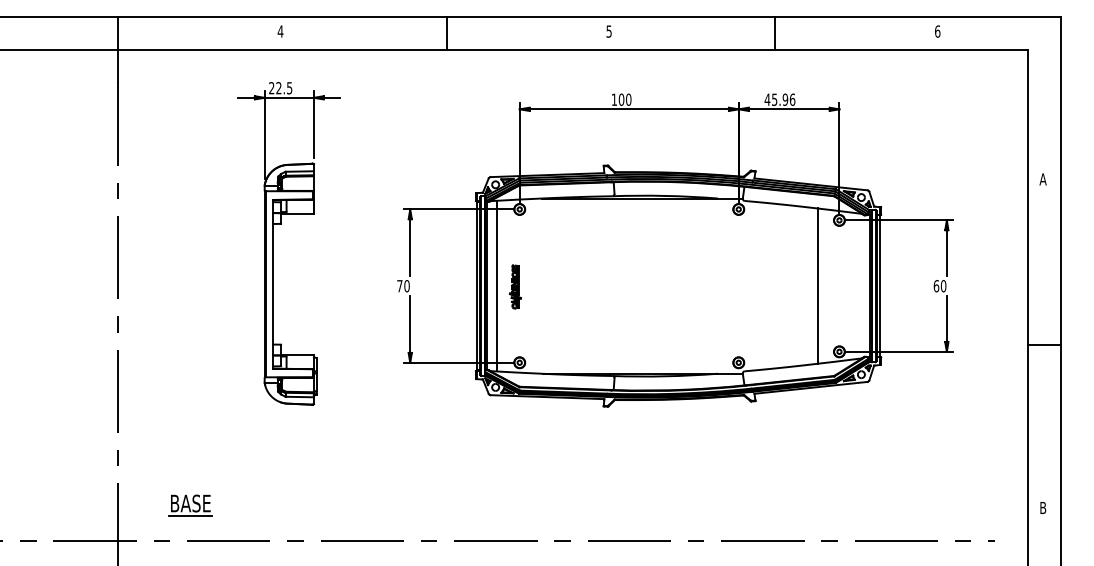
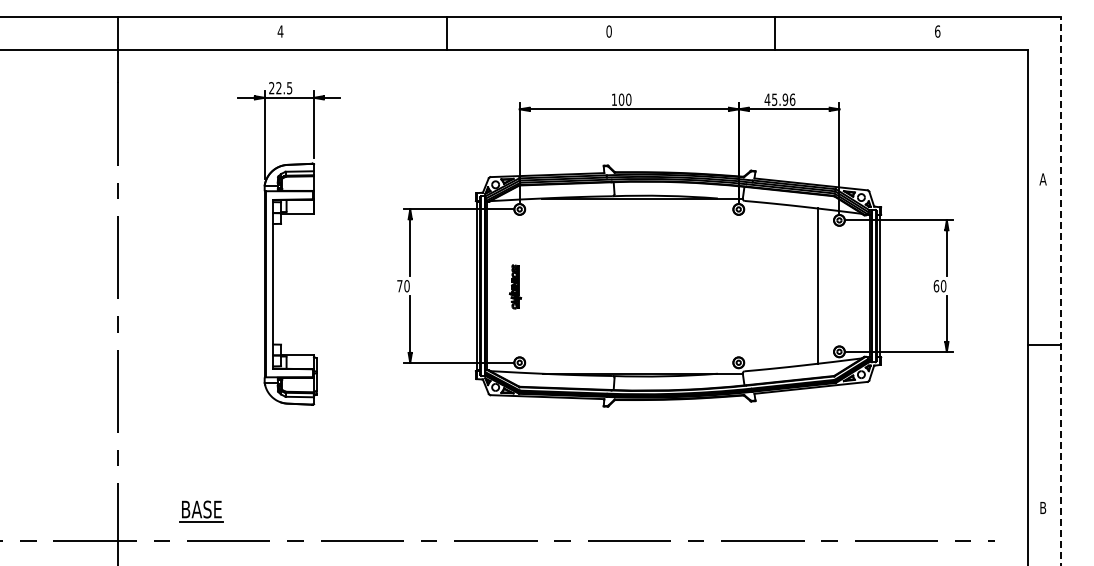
text at (608, 31): 5 -> 0
line at (496, 285): present -> none
line at (1061, 290): solid -> dashed
part at (190, 505) position: (190, 505) -> (201, 511)
